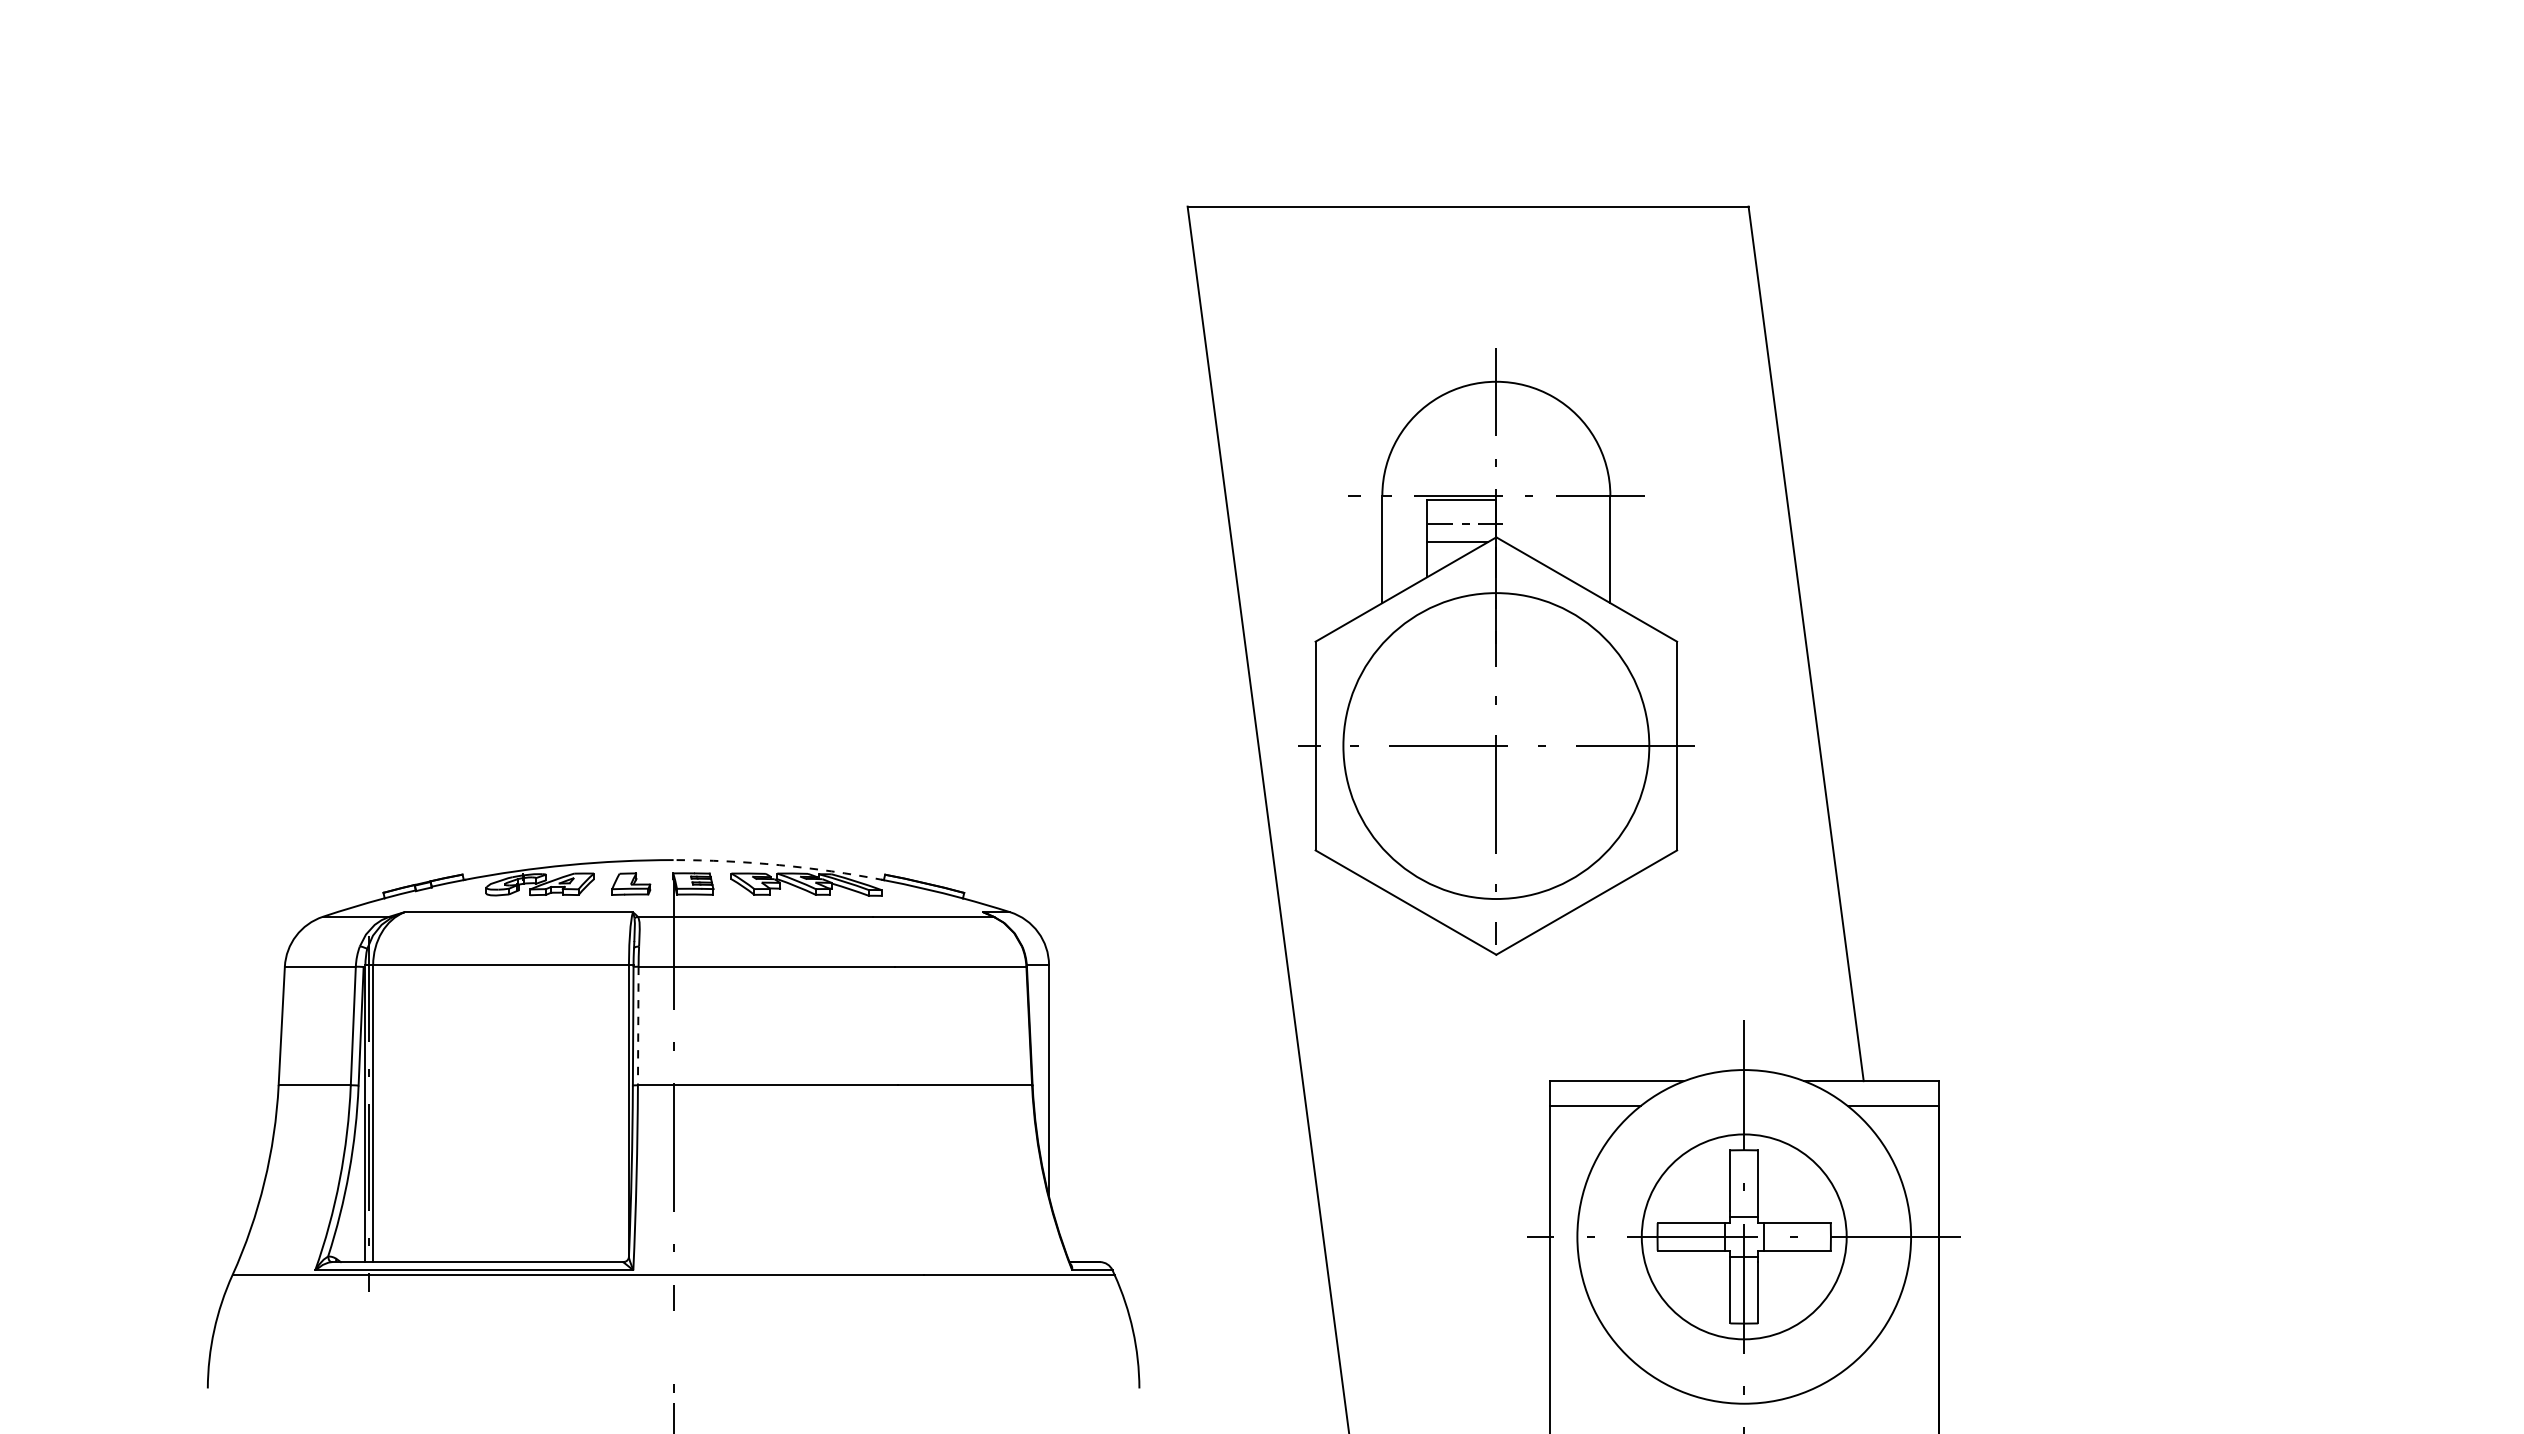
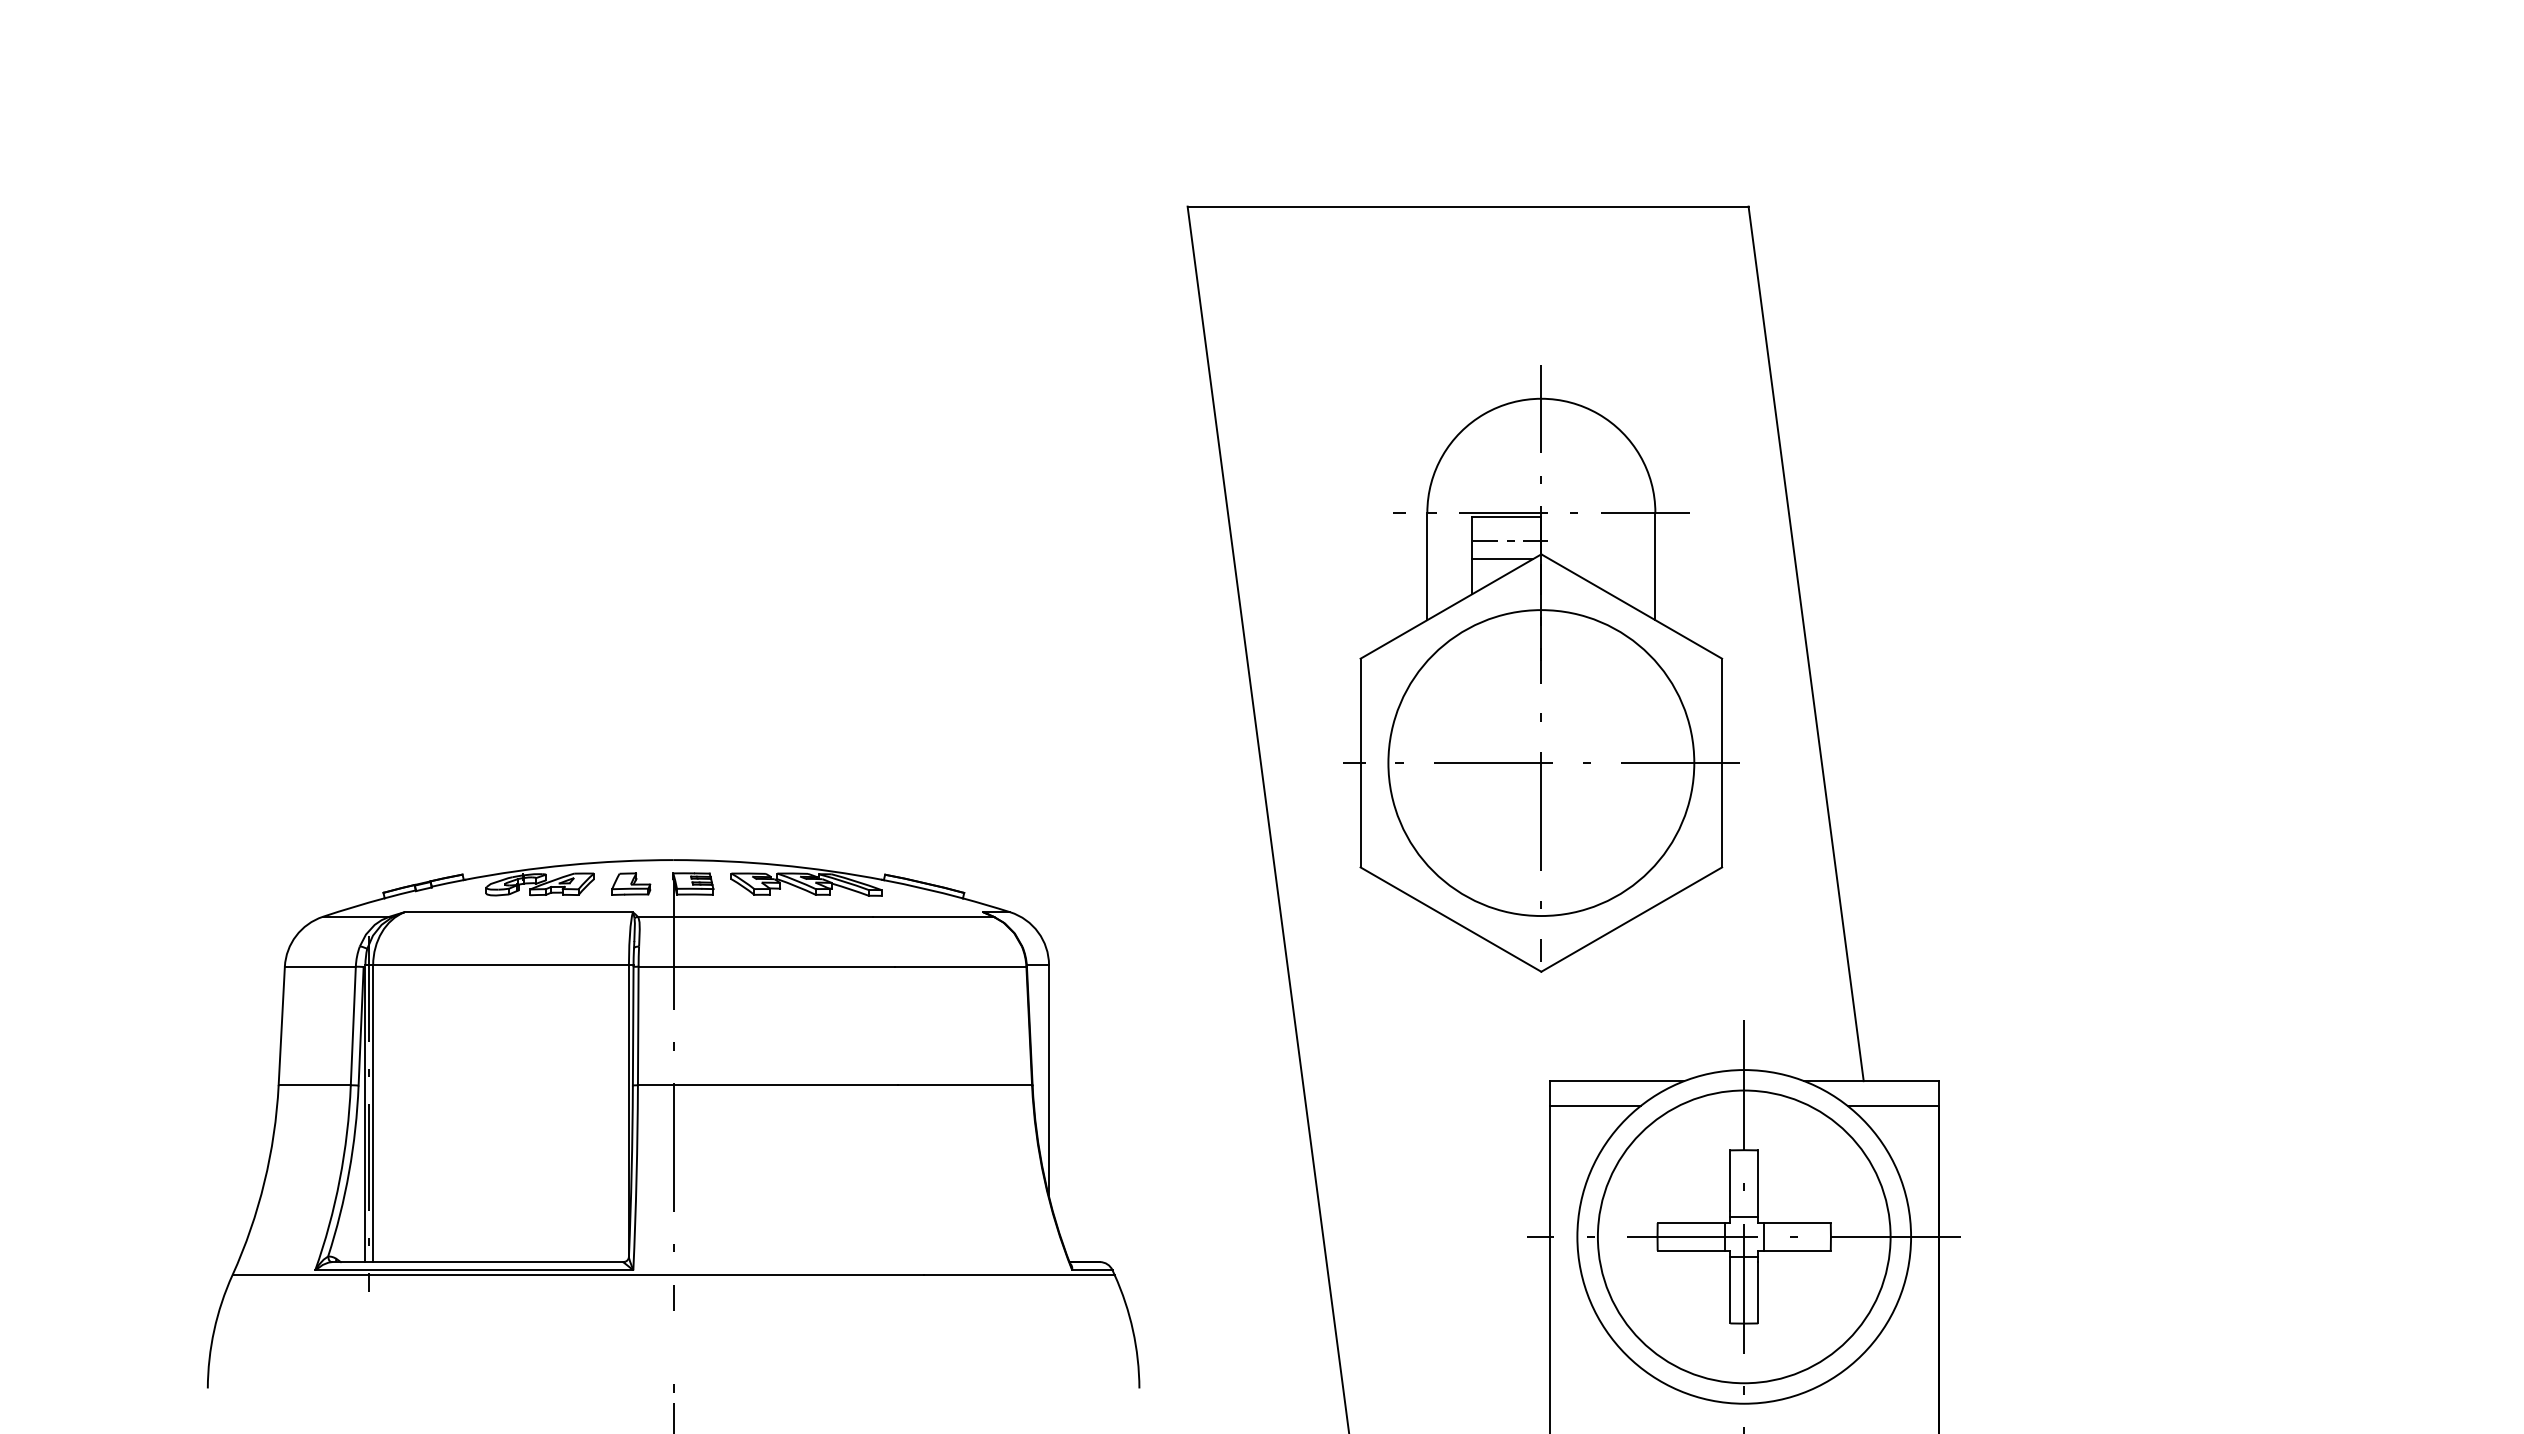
part at (1496, 651) position: (1496, 651) -> (1541, 668)
arc at (779, 865): dashed -> solid
line at (638, 1026): dashed -> solid
circle at (1743, 1236) diameter: 205 px -> 293 px
